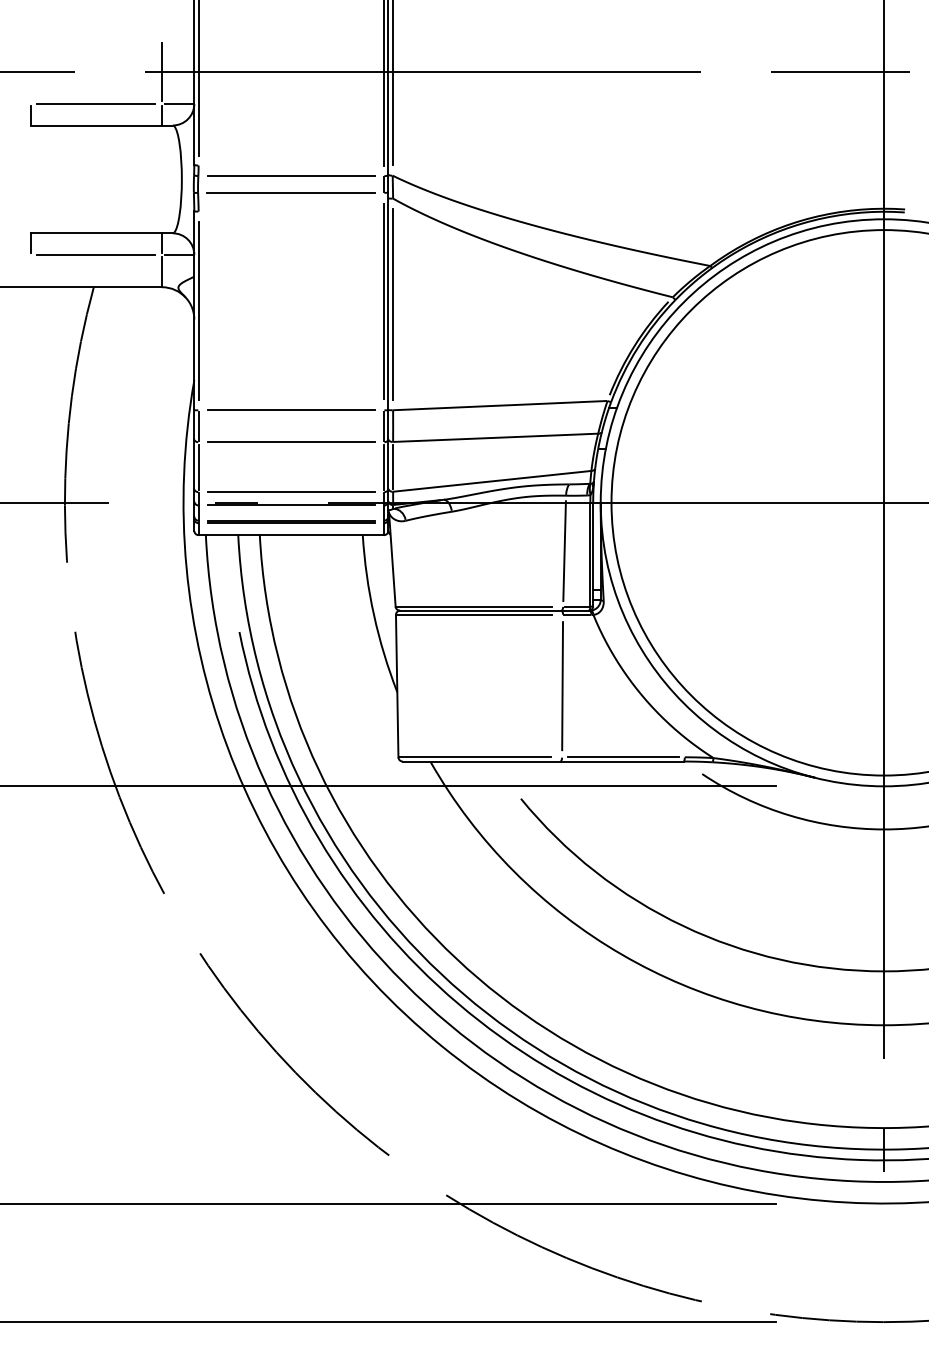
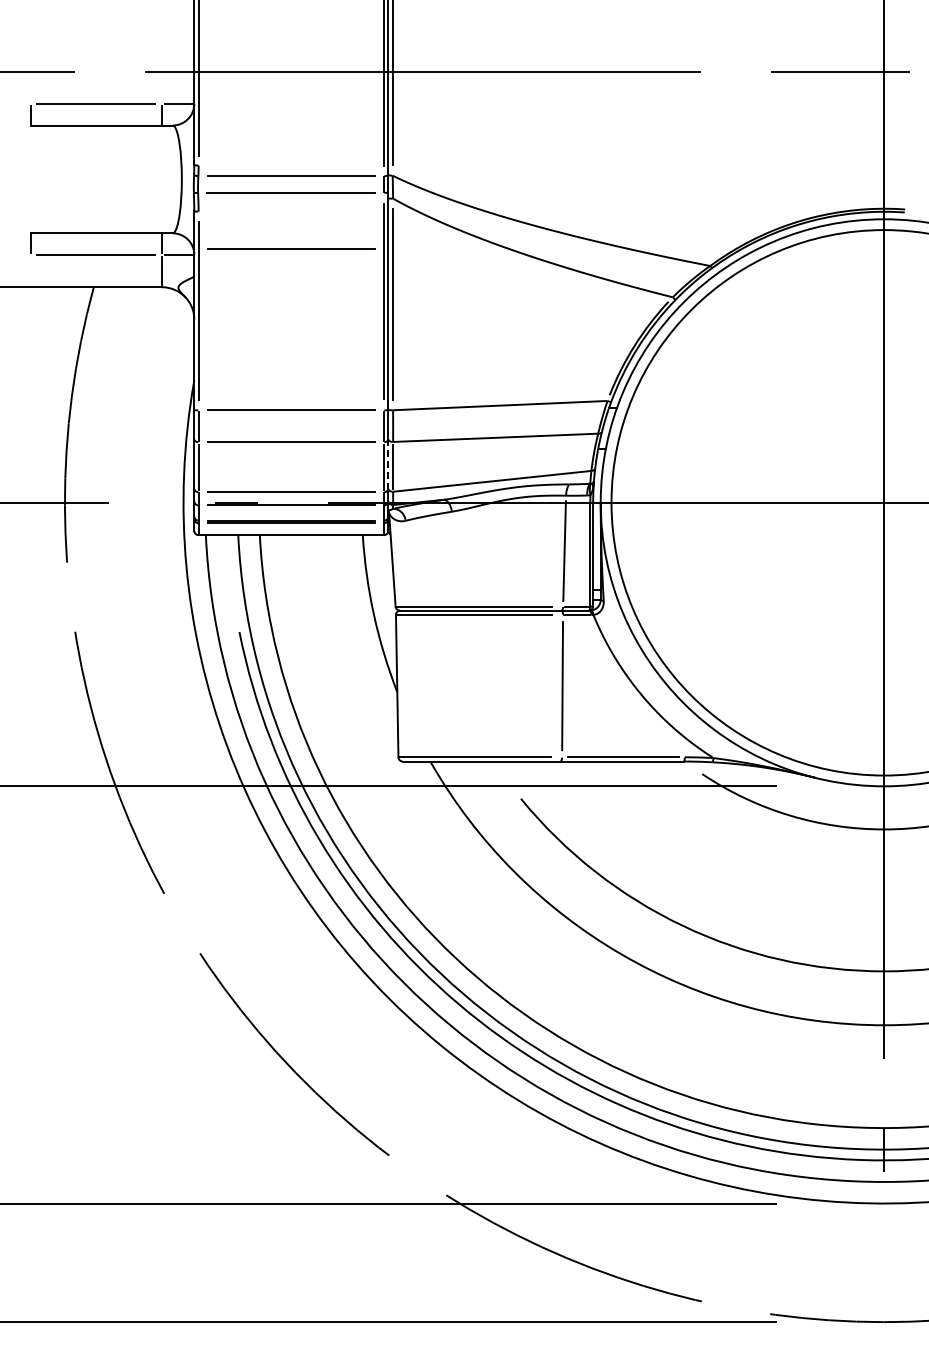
line at (161, 71): present -> none
line at (291, 248): none -> present
line at (388, 464): solid -> dashed
